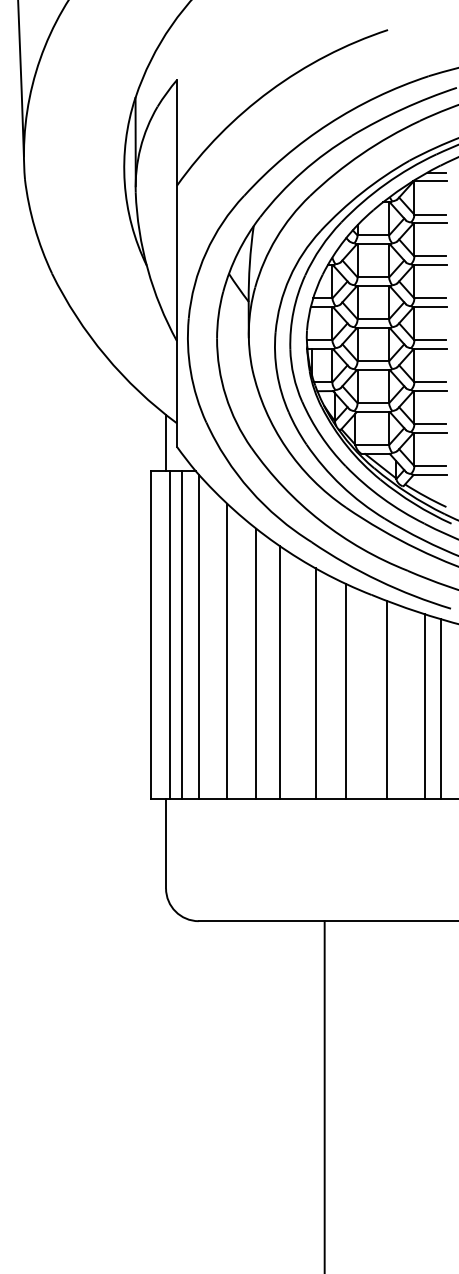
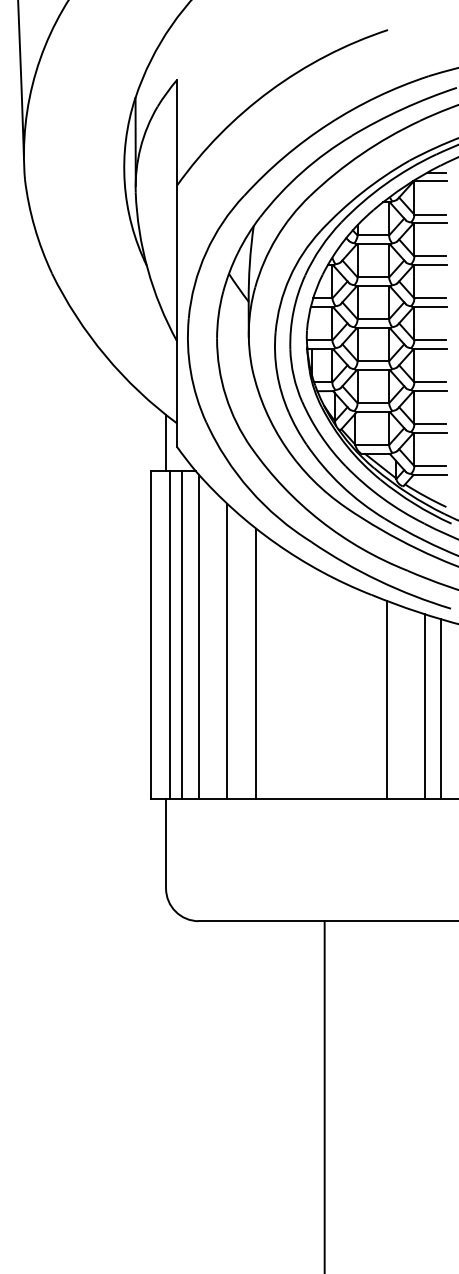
line at (280, 672): present -> none
line at (315, 683): present -> none
line at (346, 691): present -> none
